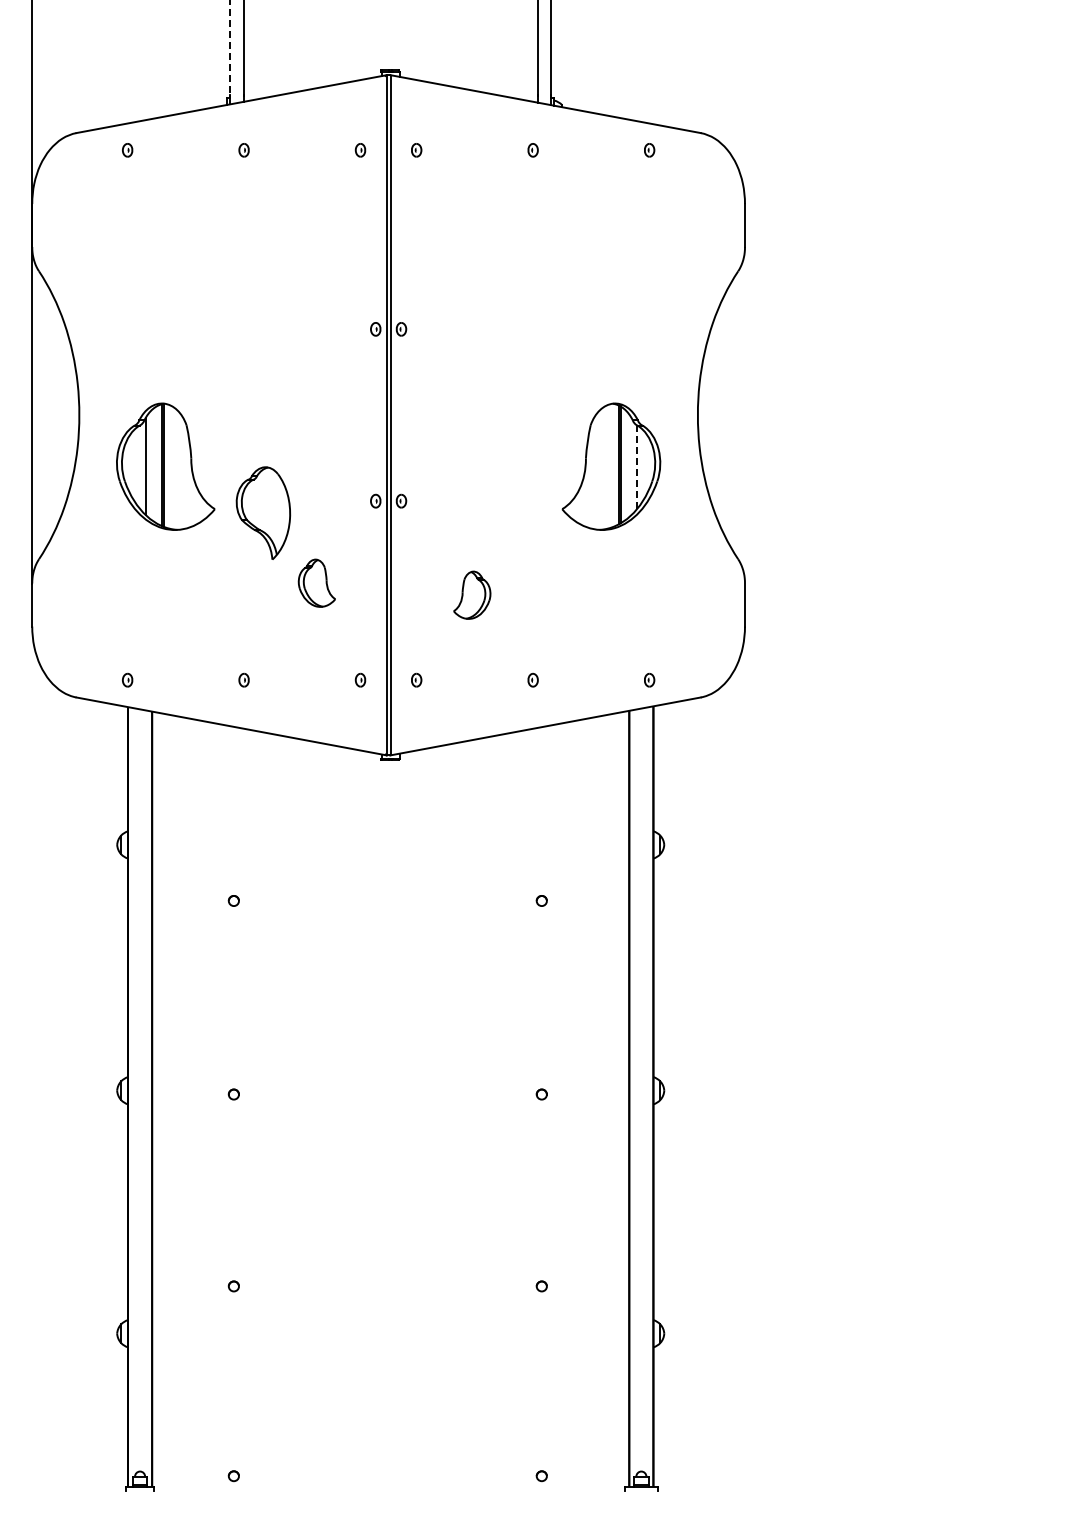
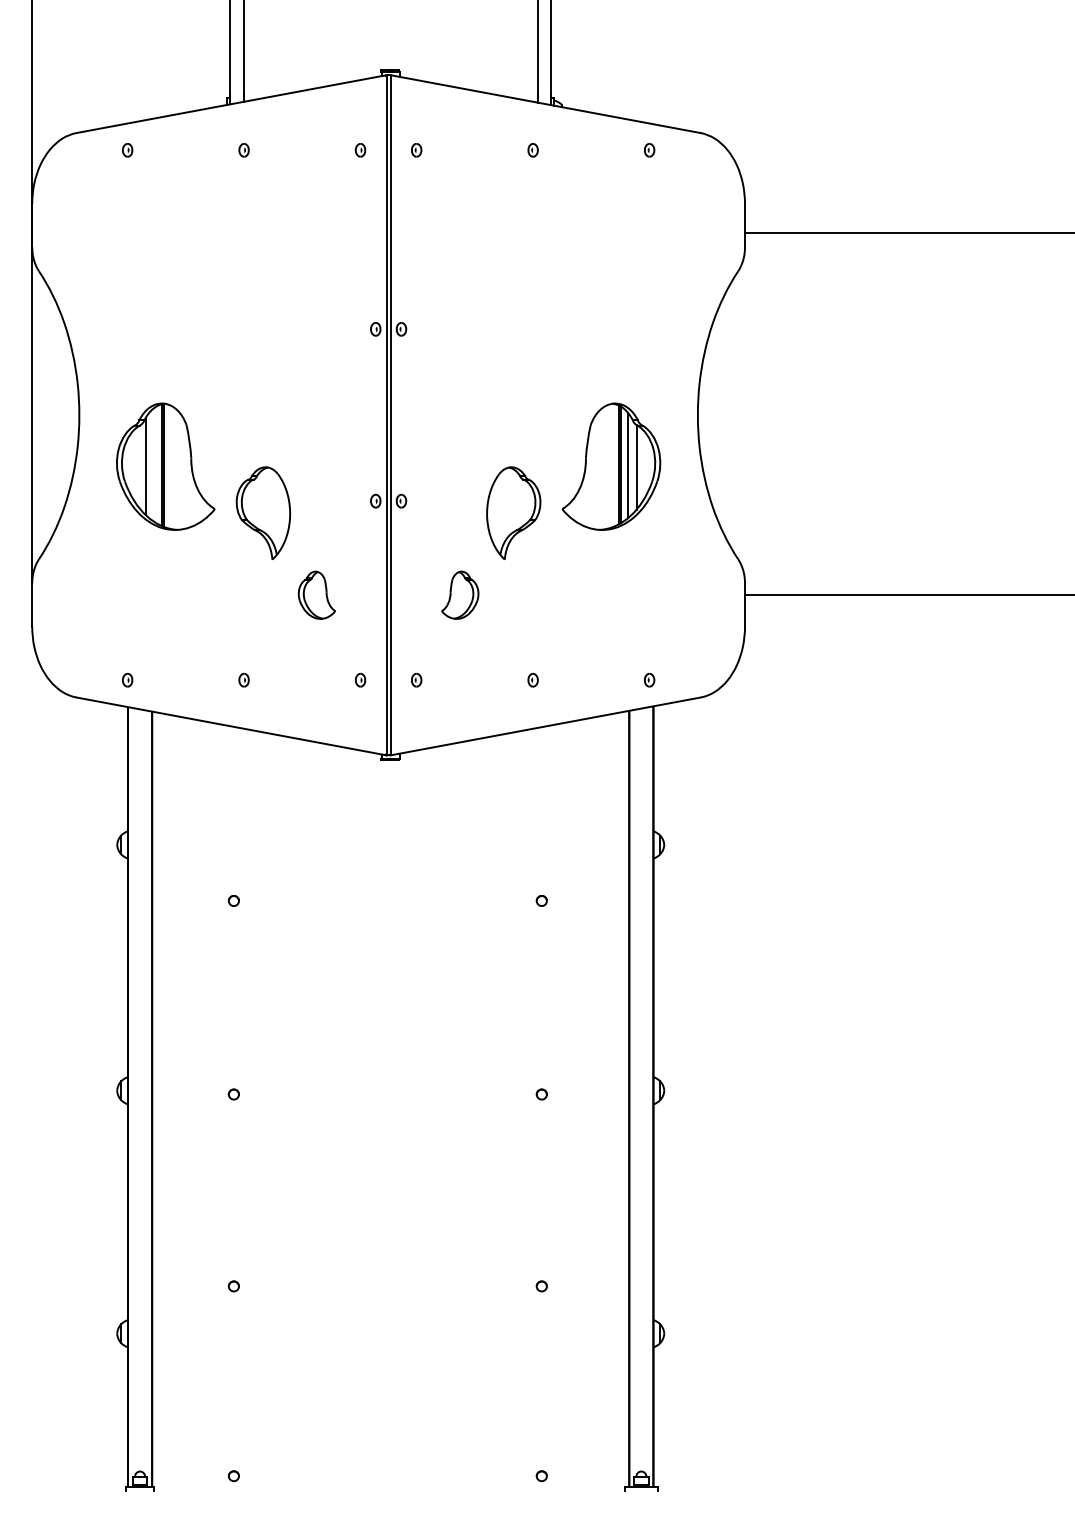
line at (230, 48): dashed -> solid
line at (908, 232): none -> present
line at (628, 465): none -> present
line at (636, 467): dashed -> solid
part at (513, 512): none -> present
part at (316, 582) position: (316, 582) -> (316, 594)
part at (472, 594) position: (472, 594) -> (460, 594)
line at (908, 595): none -> present
